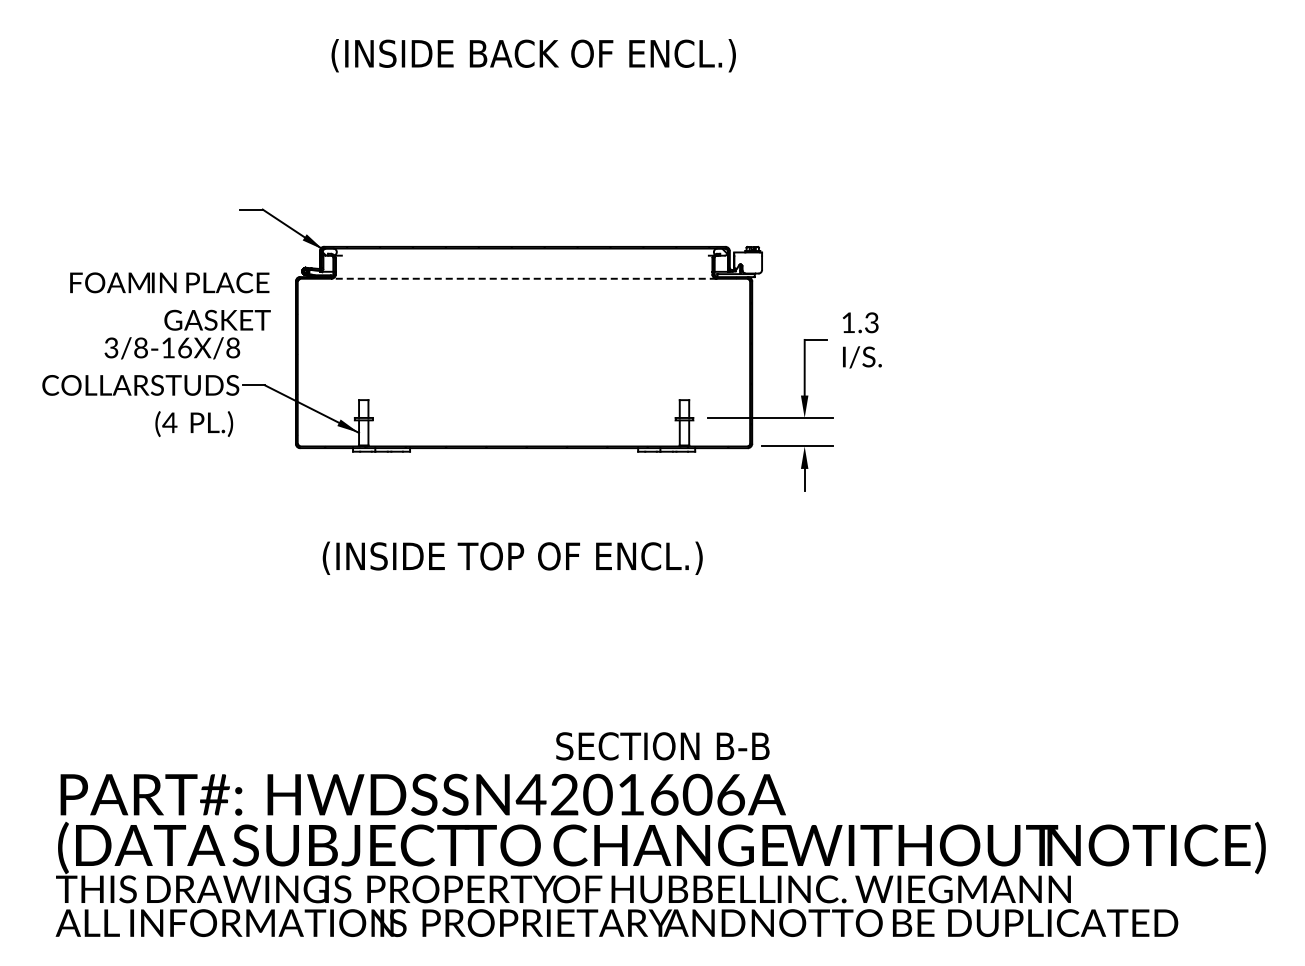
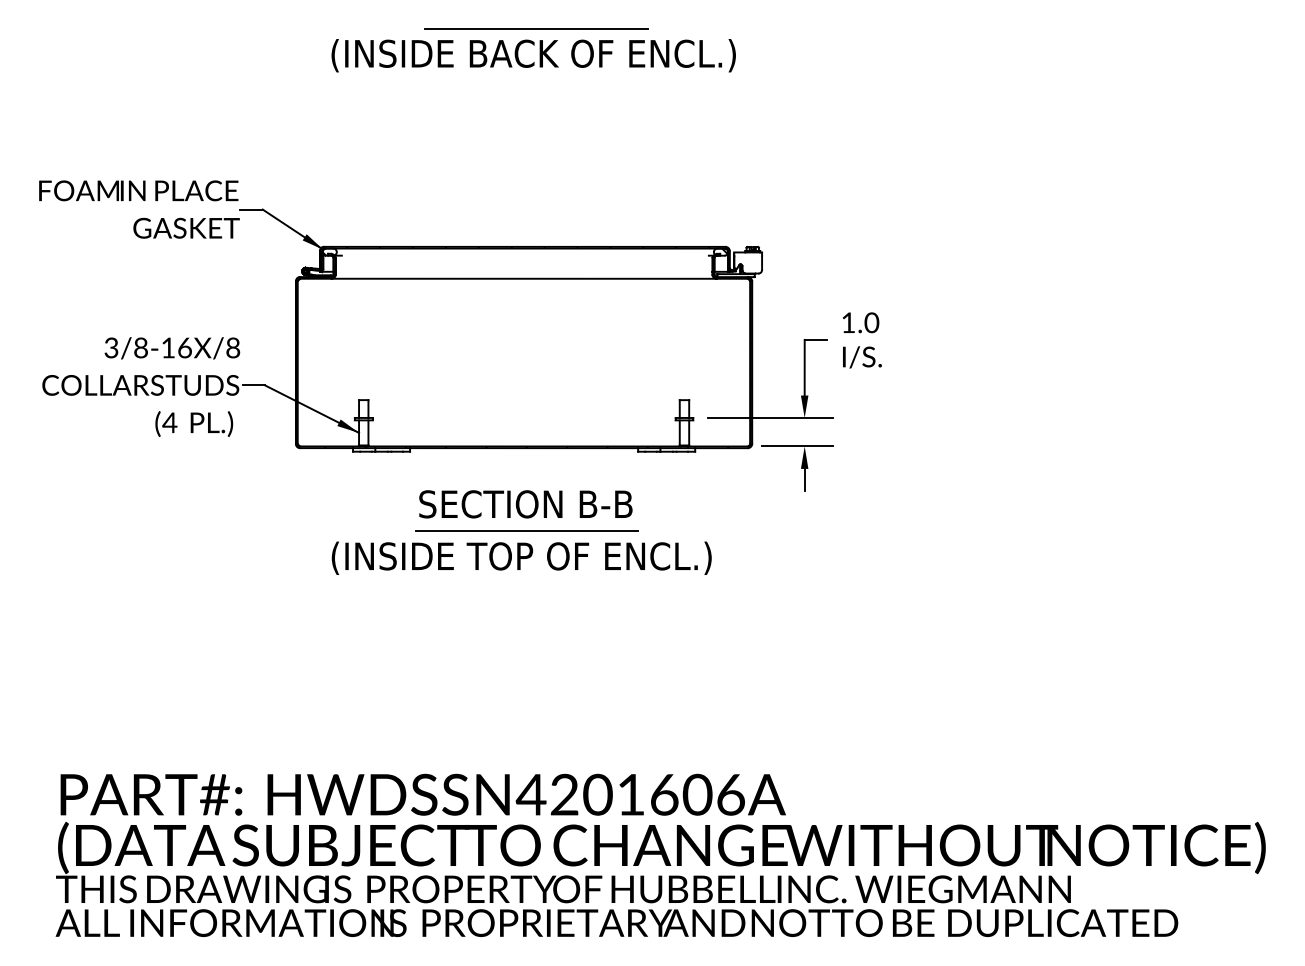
line at (536, 28): none -> present
line at (524, 278): dashed -> solid
text at (170, 301) position: (170, 301) -> (139, 209)
text at (871, 322): 1.3 -> 1.0
line at (526, 531): none -> present
text at (512, 557) position: (512, 557) -> (521, 557)
text at (662, 746) position: (662, 746) -> (525, 504)
